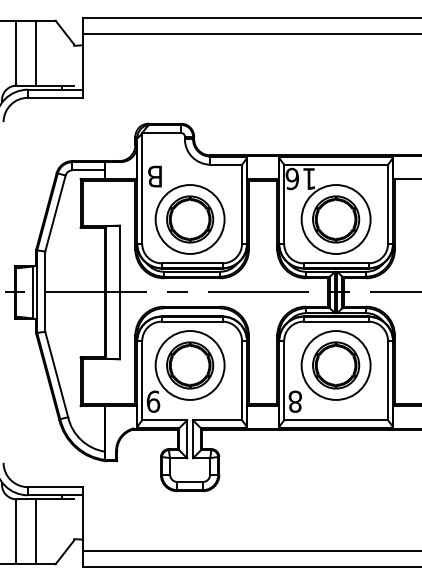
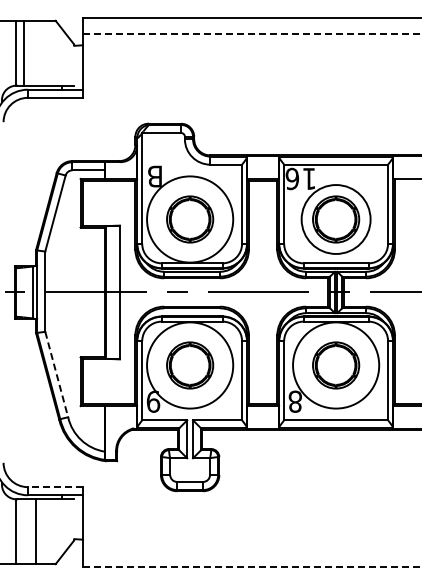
line at (252, 33): solid -> dashed
line at (36, 52) position: (36, 52) -> (24, 52)
circle at (189, 219) diameter: 69 px -> 86 px
circle at (189, 365) diameter: 69 px -> 86 px
circle at (335, 365) diameter: 69 px -> 86 px
line at (56, 375): solid -> dashed
line at (55, 487): solid -> dashed
line at (250, 551): present -> none
line at (251, 567): solid -> dashed
